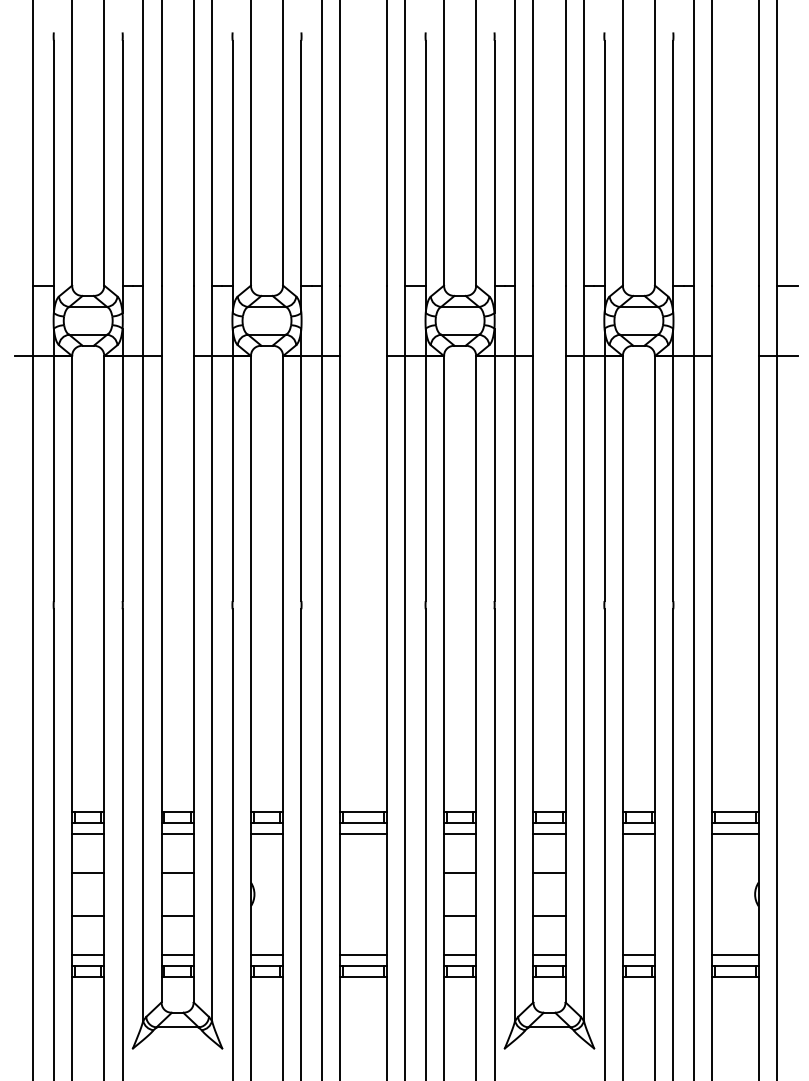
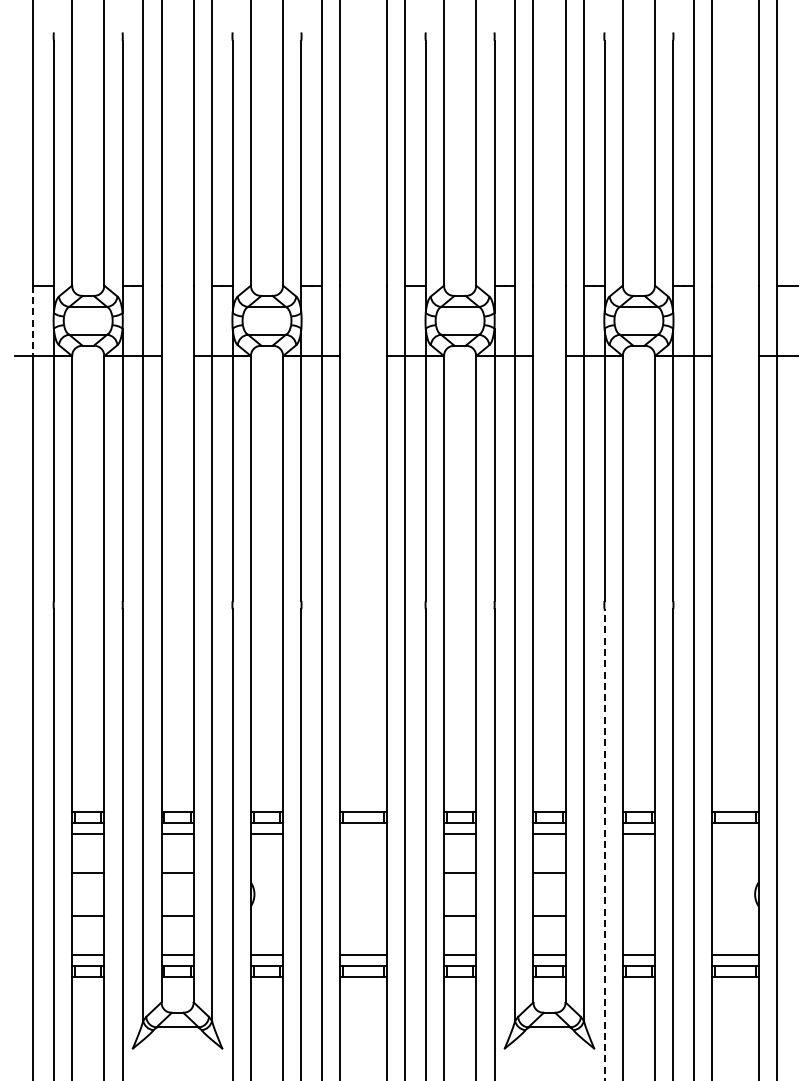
line at (33, 321): solid -> dashed
line at (363, 833): present -> none
line at (735, 833): present -> none
line at (604, 844): solid -> dashed
